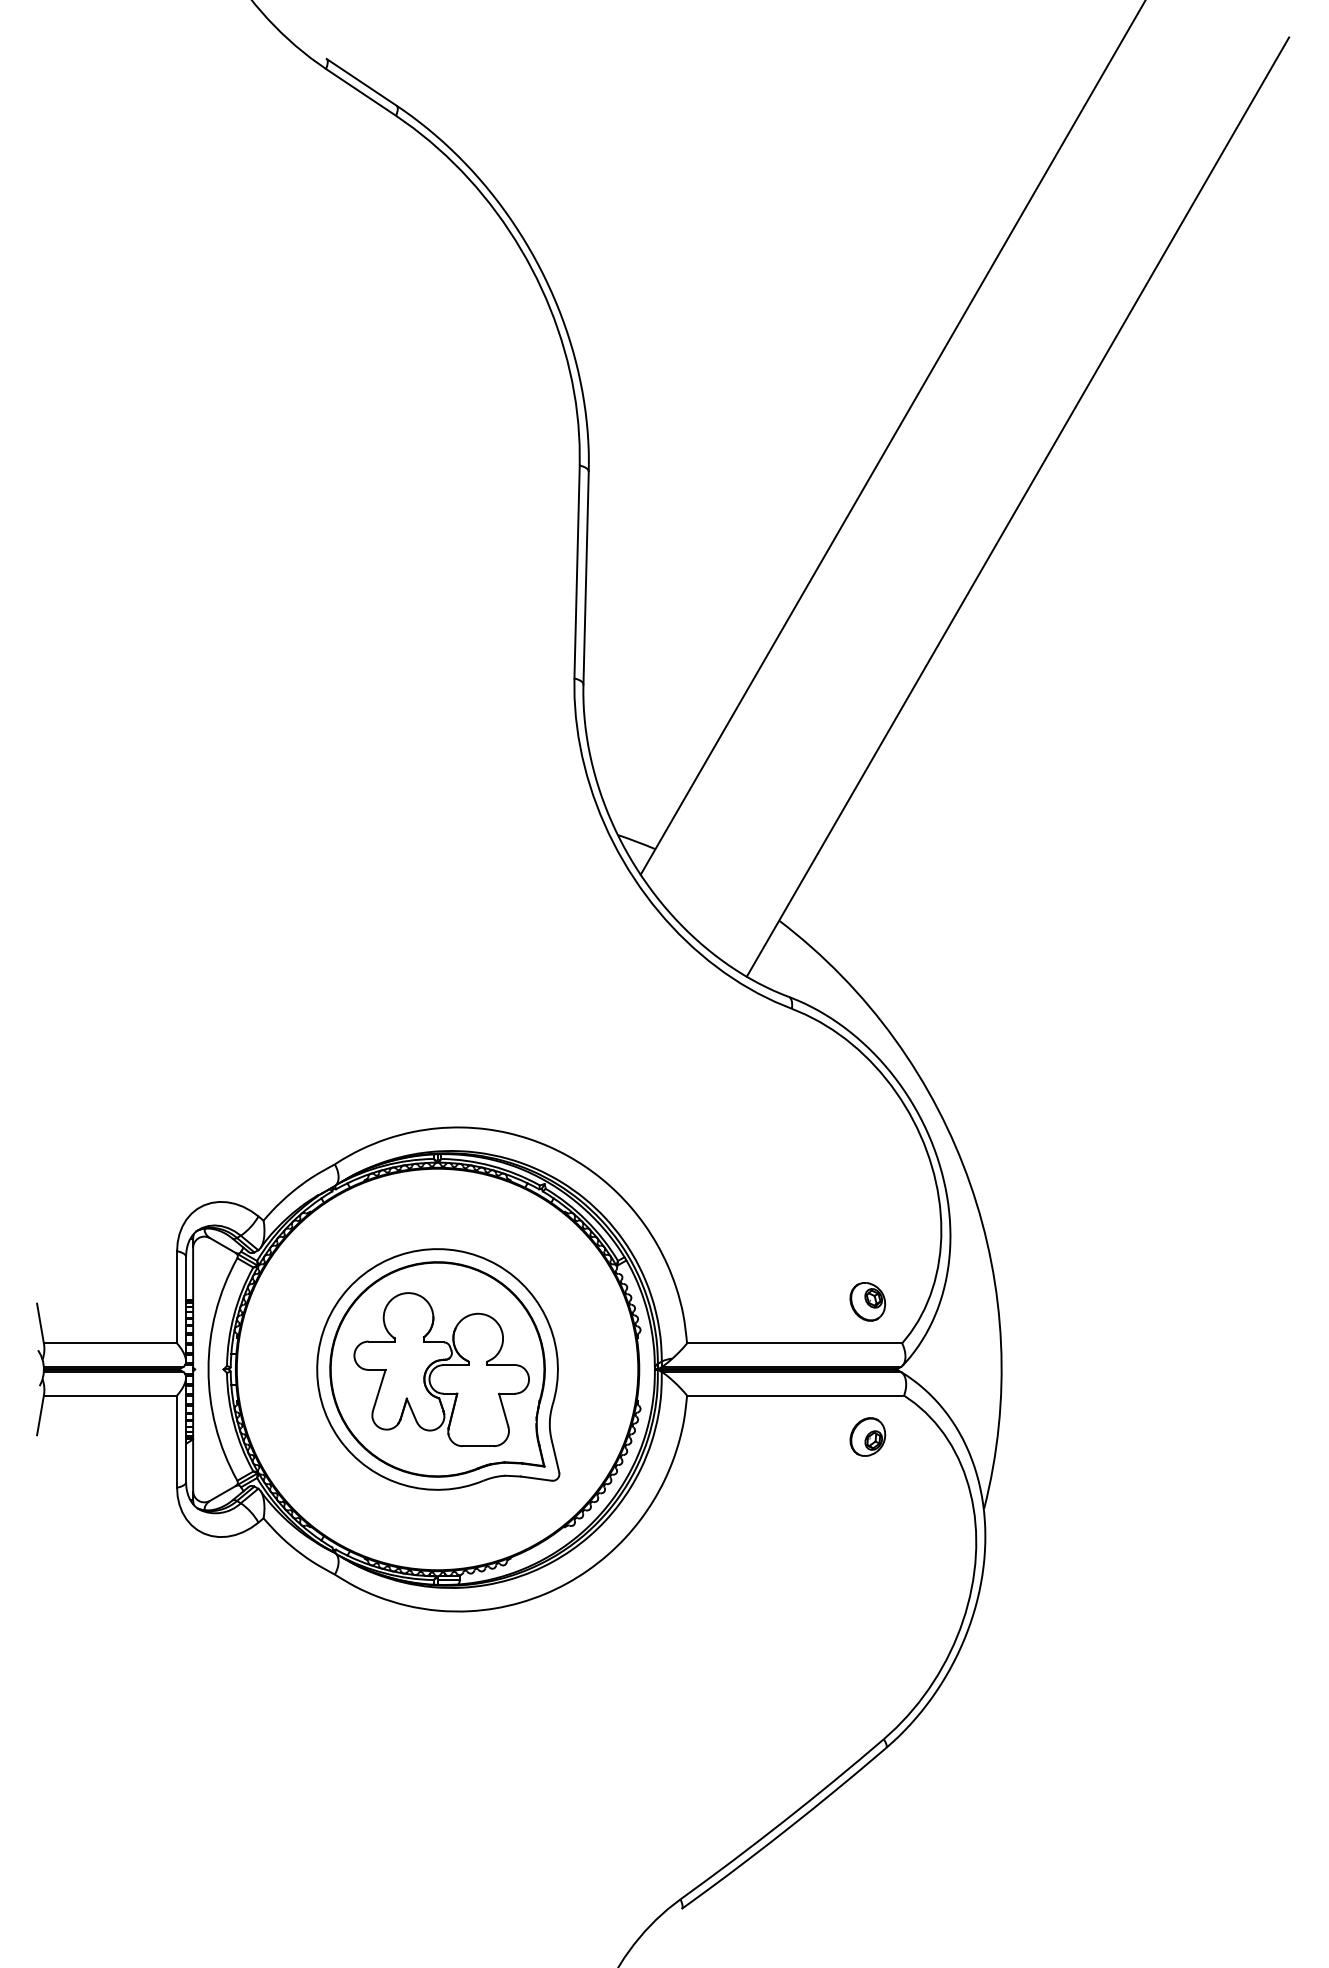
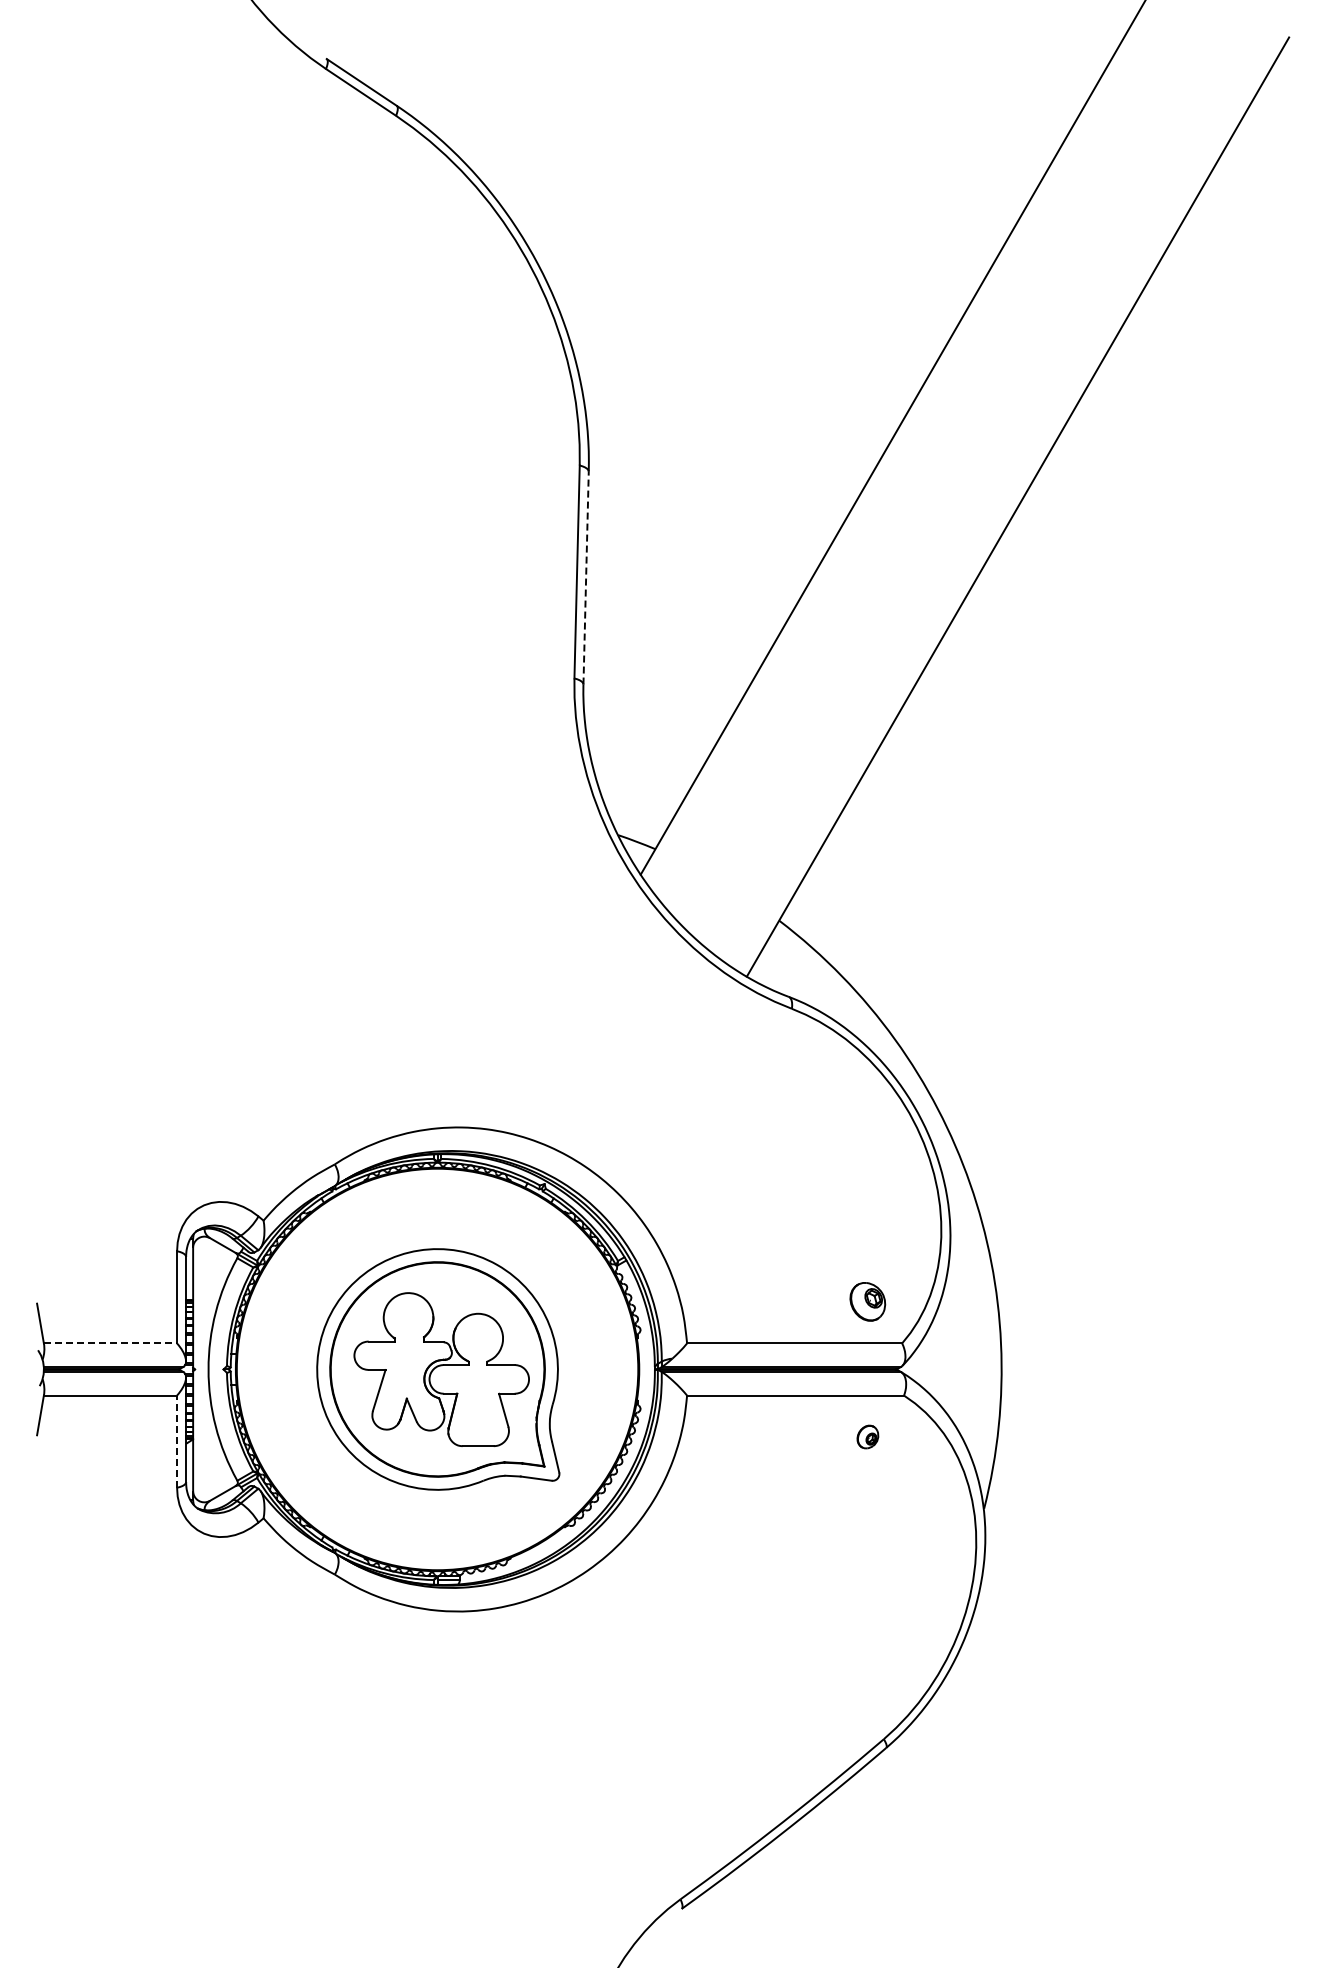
line at (586, 577): solid -> dashed
line at (110, 1343): solid -> dashed
part at (867, 1436) size: 38x40 px -> 24x26 px
line at (177, 1441): solid -> dashed
